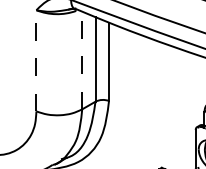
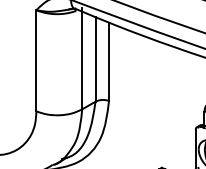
line at (82, 58): dashed -> solid
line at (36, 60): dashed -> solid
